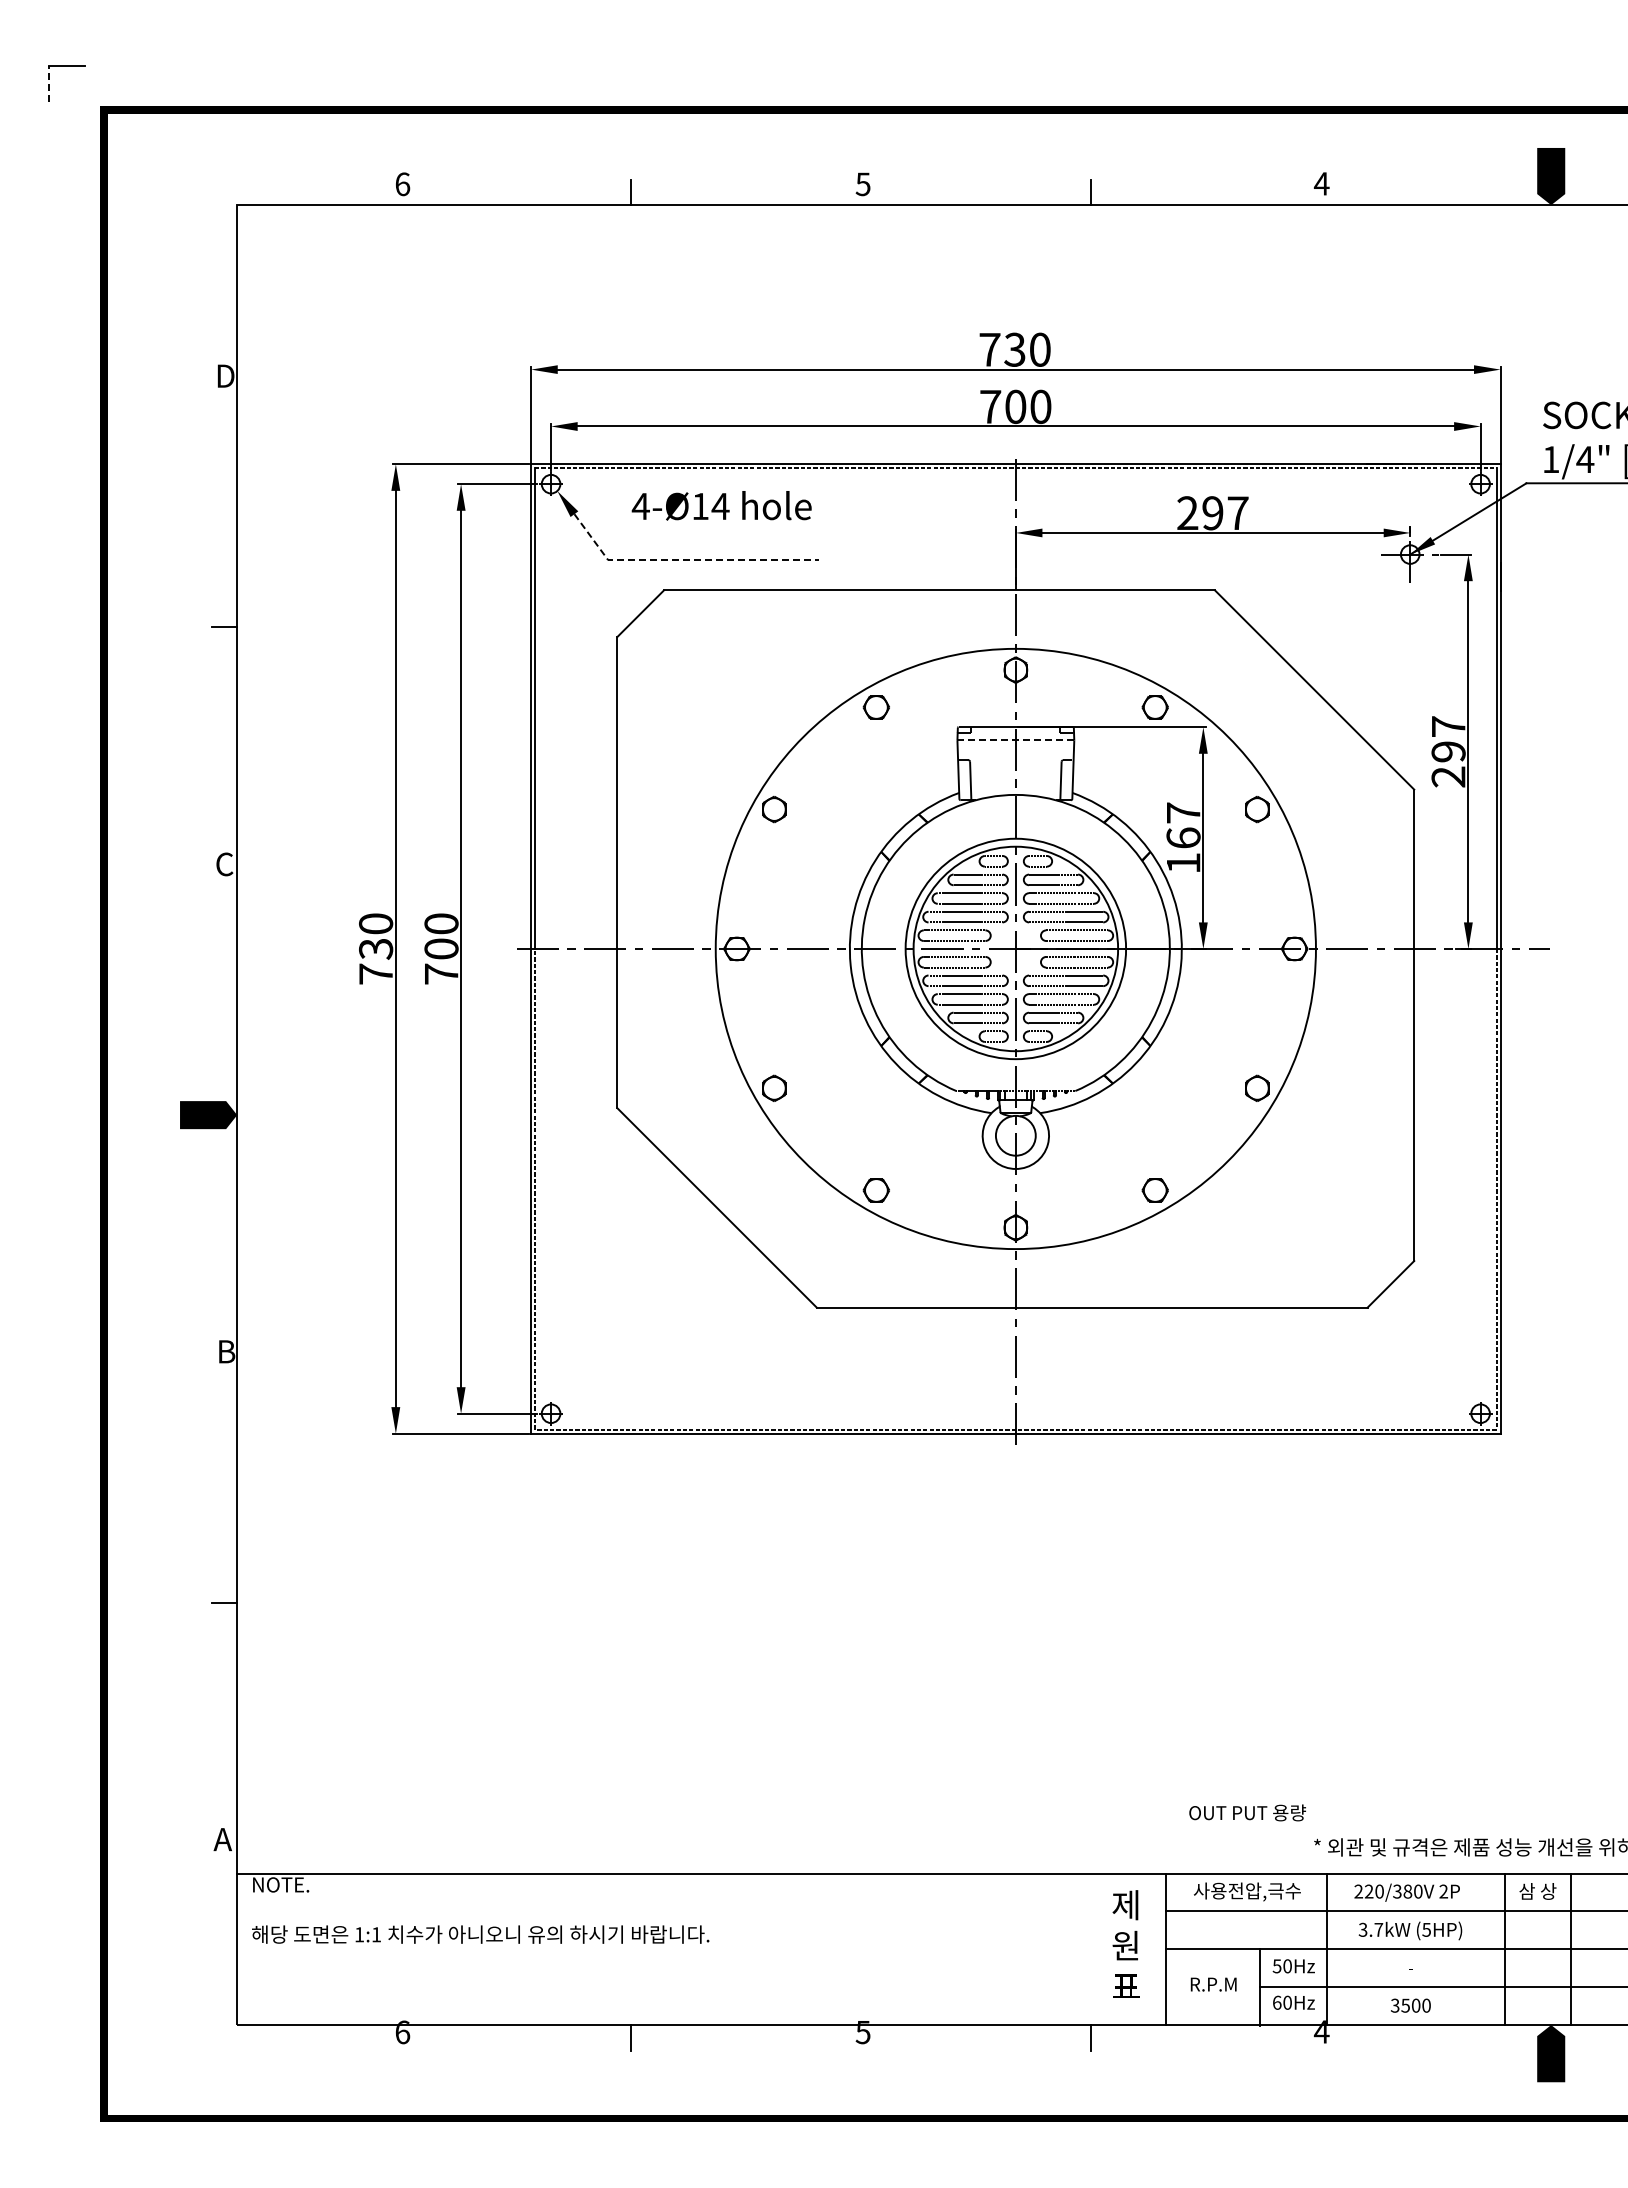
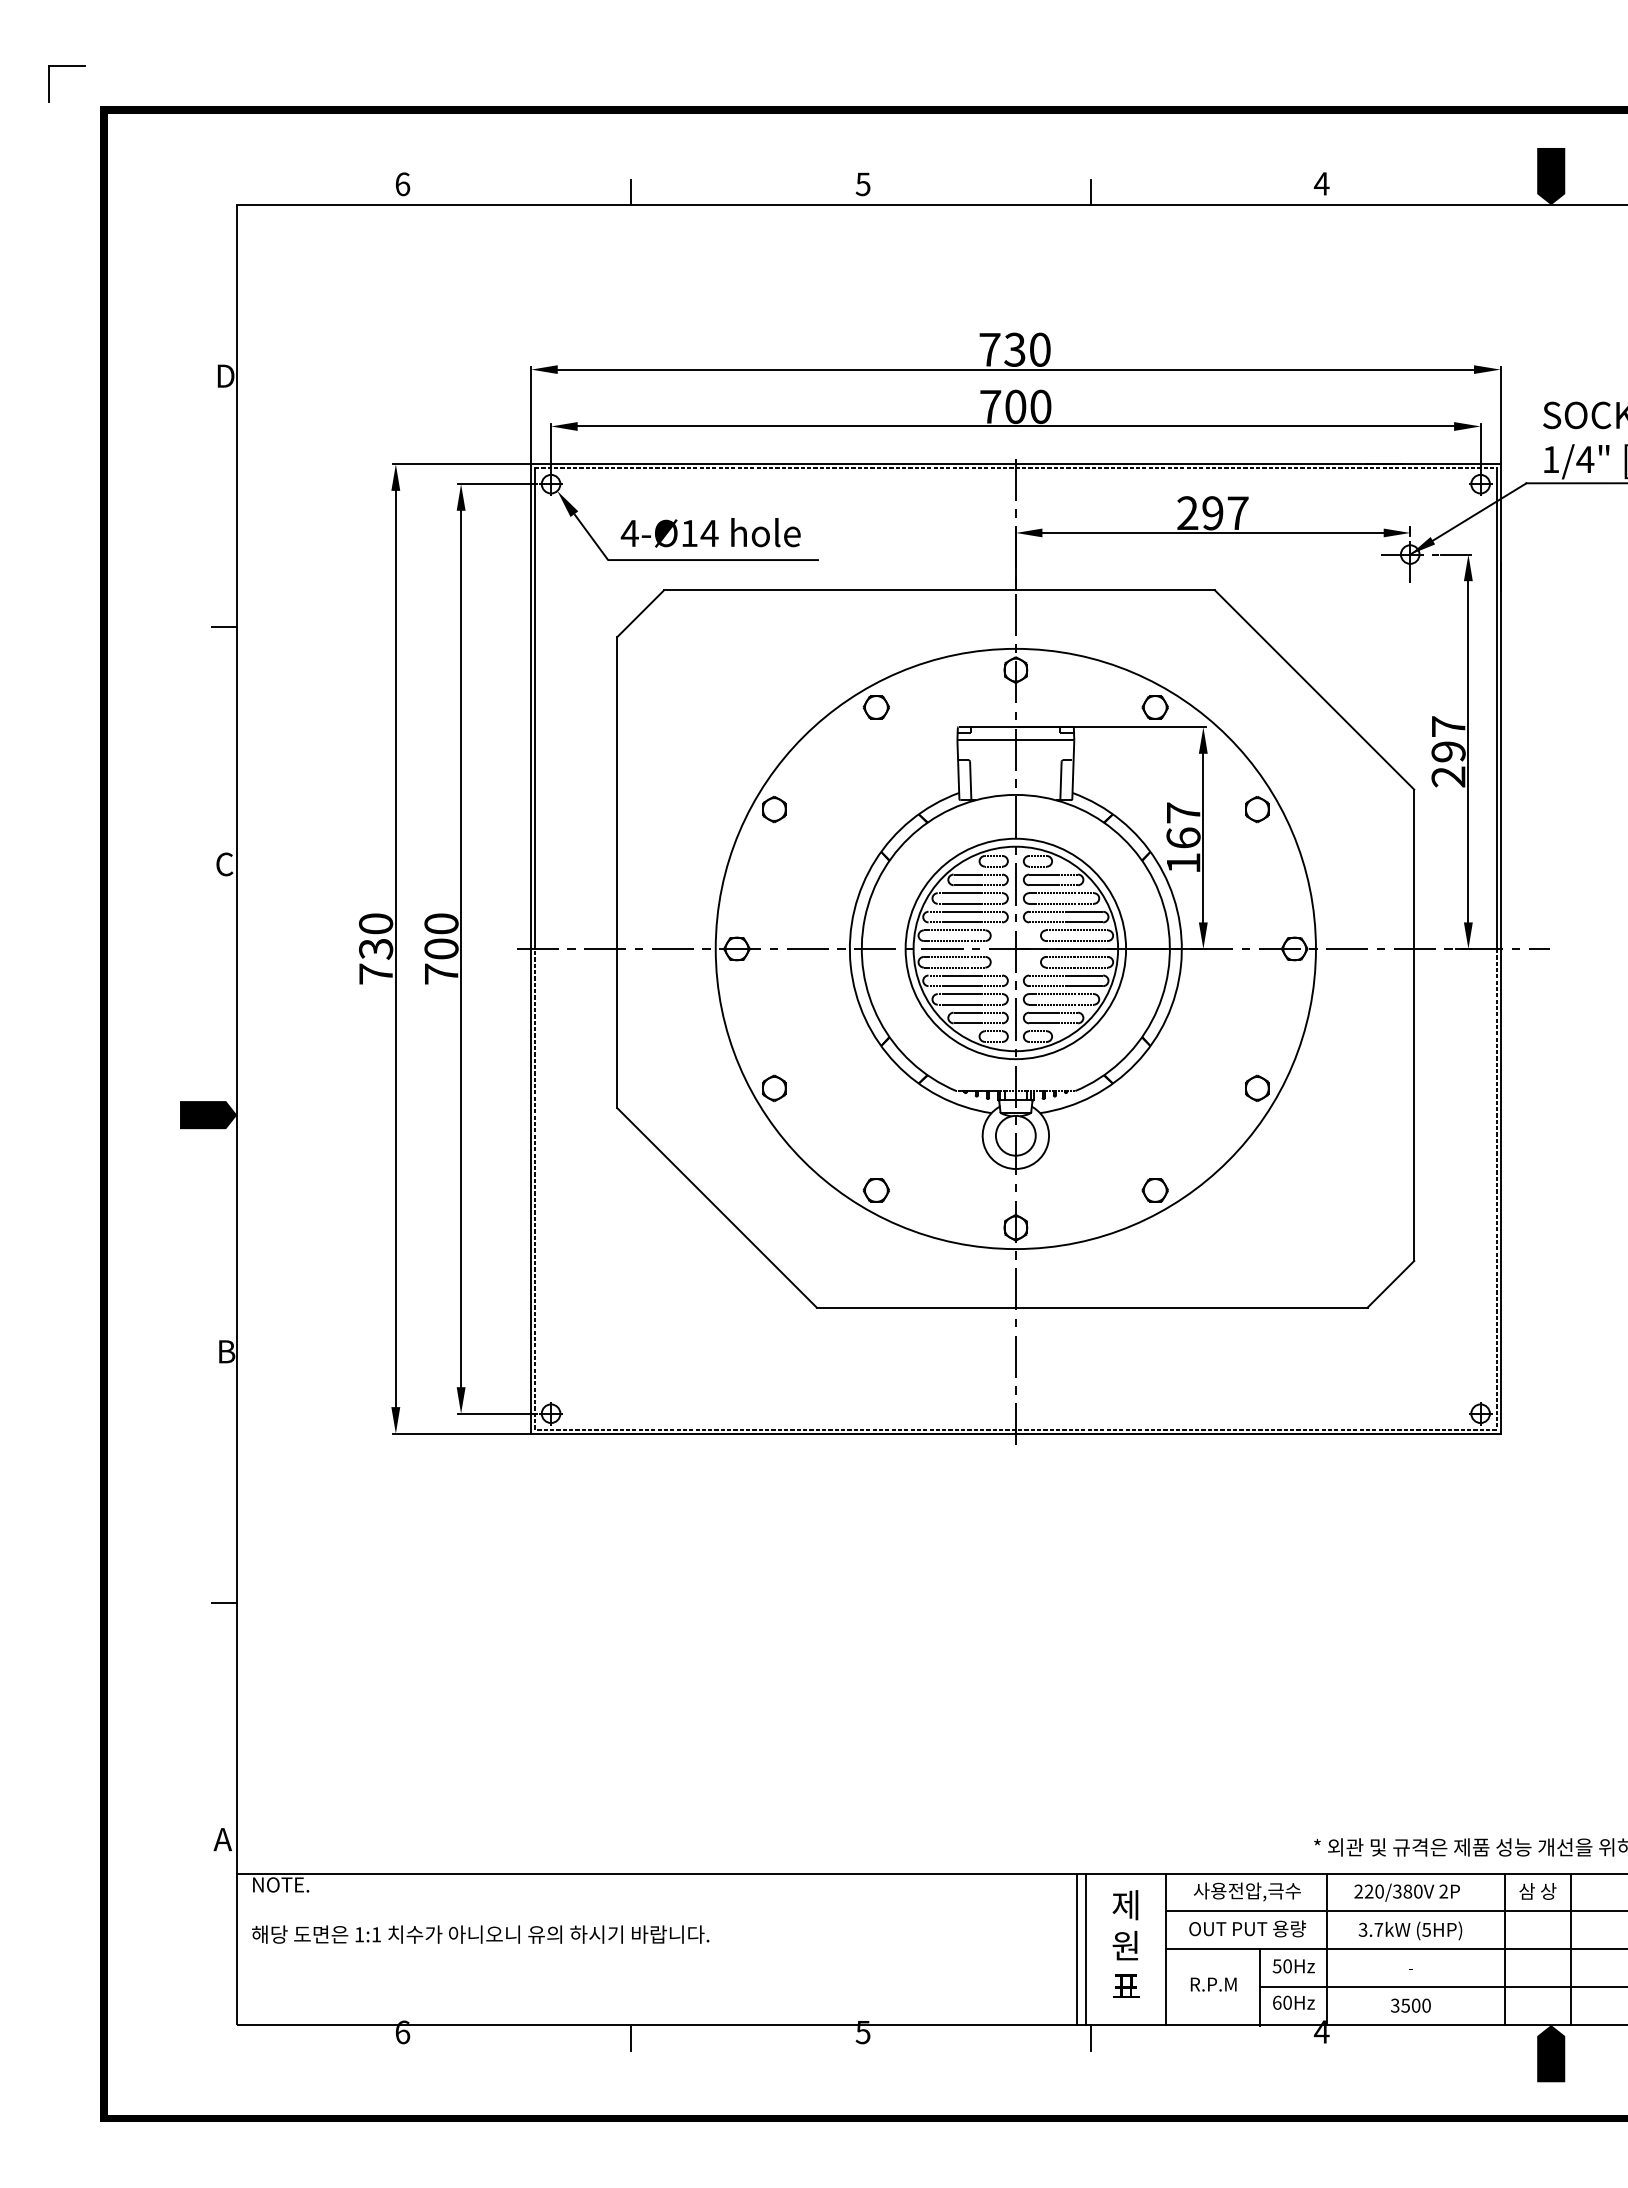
line at (48, 83): dashed -> solid
text at (721, 505) position: (721, 505) -> (710, 532)
line at (685, 560): dashed -> solid
line at (1015, 740): dashed -> solid
text at (1247, 1812) position: (1247, 1812) -> (1247, 1928)
line at (1077, 1949): none -> present
line at (1085, 1949): none -> present
